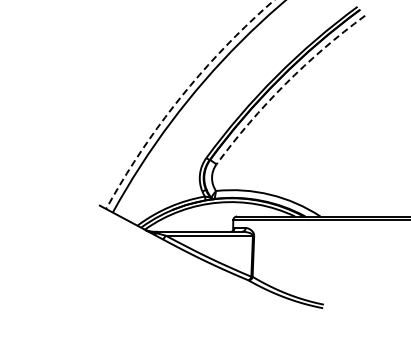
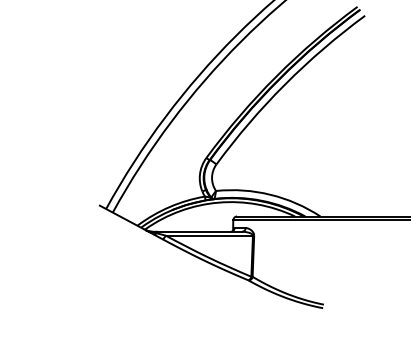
arc at (285, 84): dashed -> solid
arc at (180, 98): dashed -> solid
